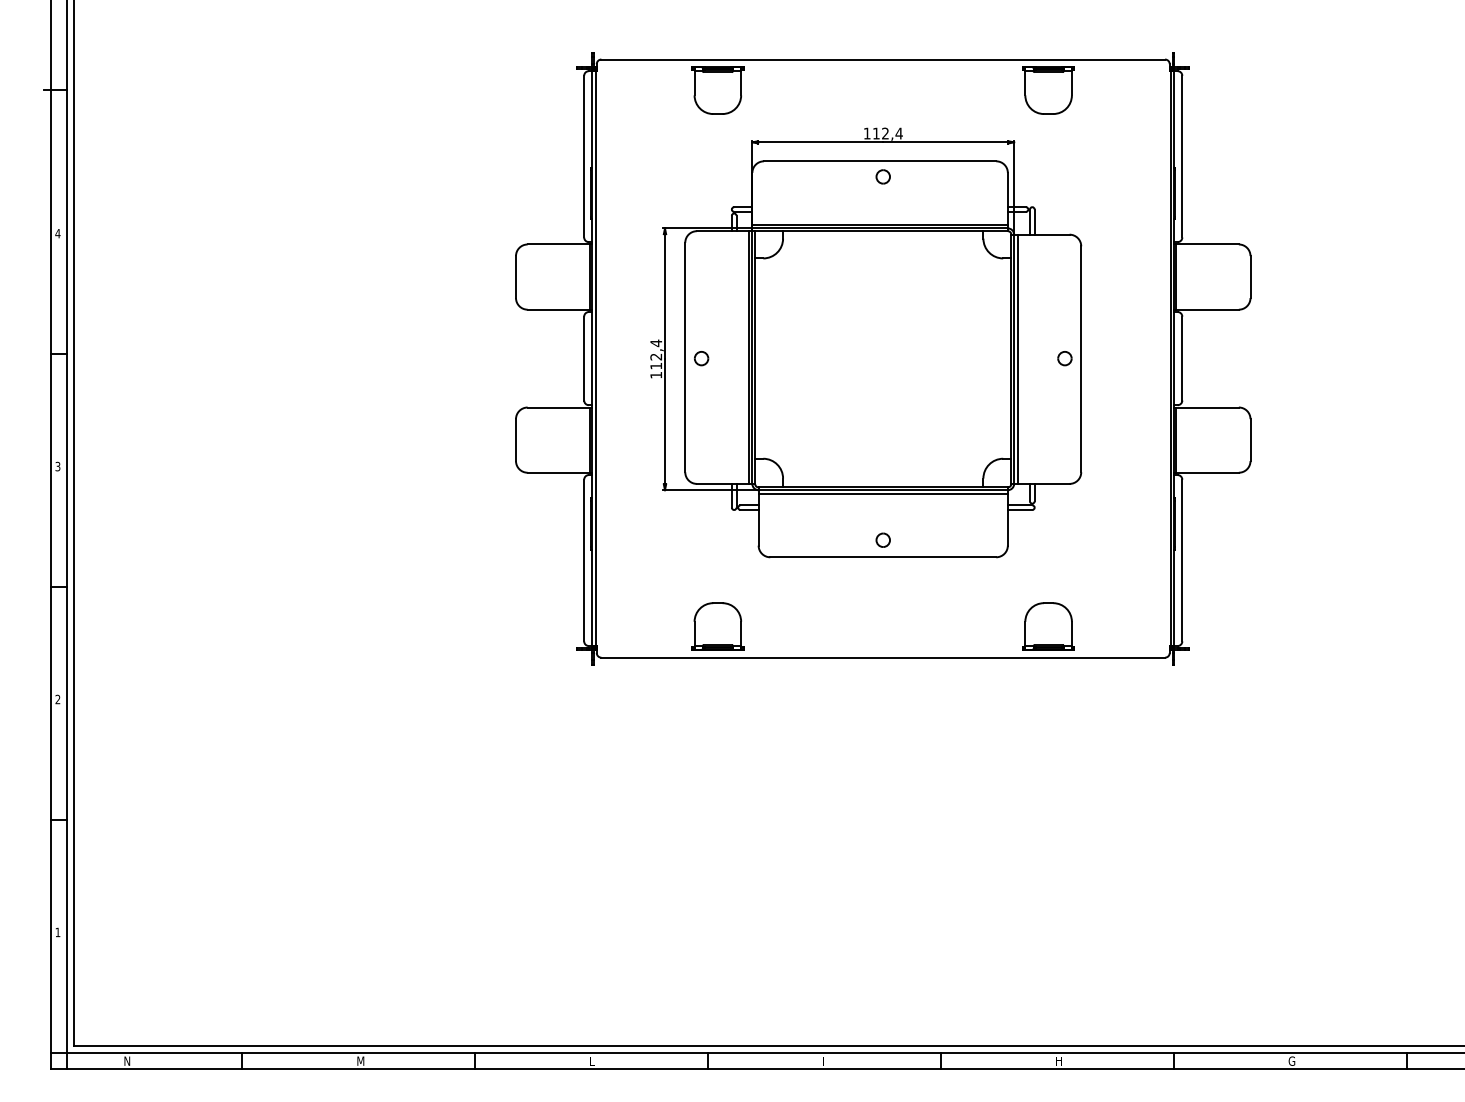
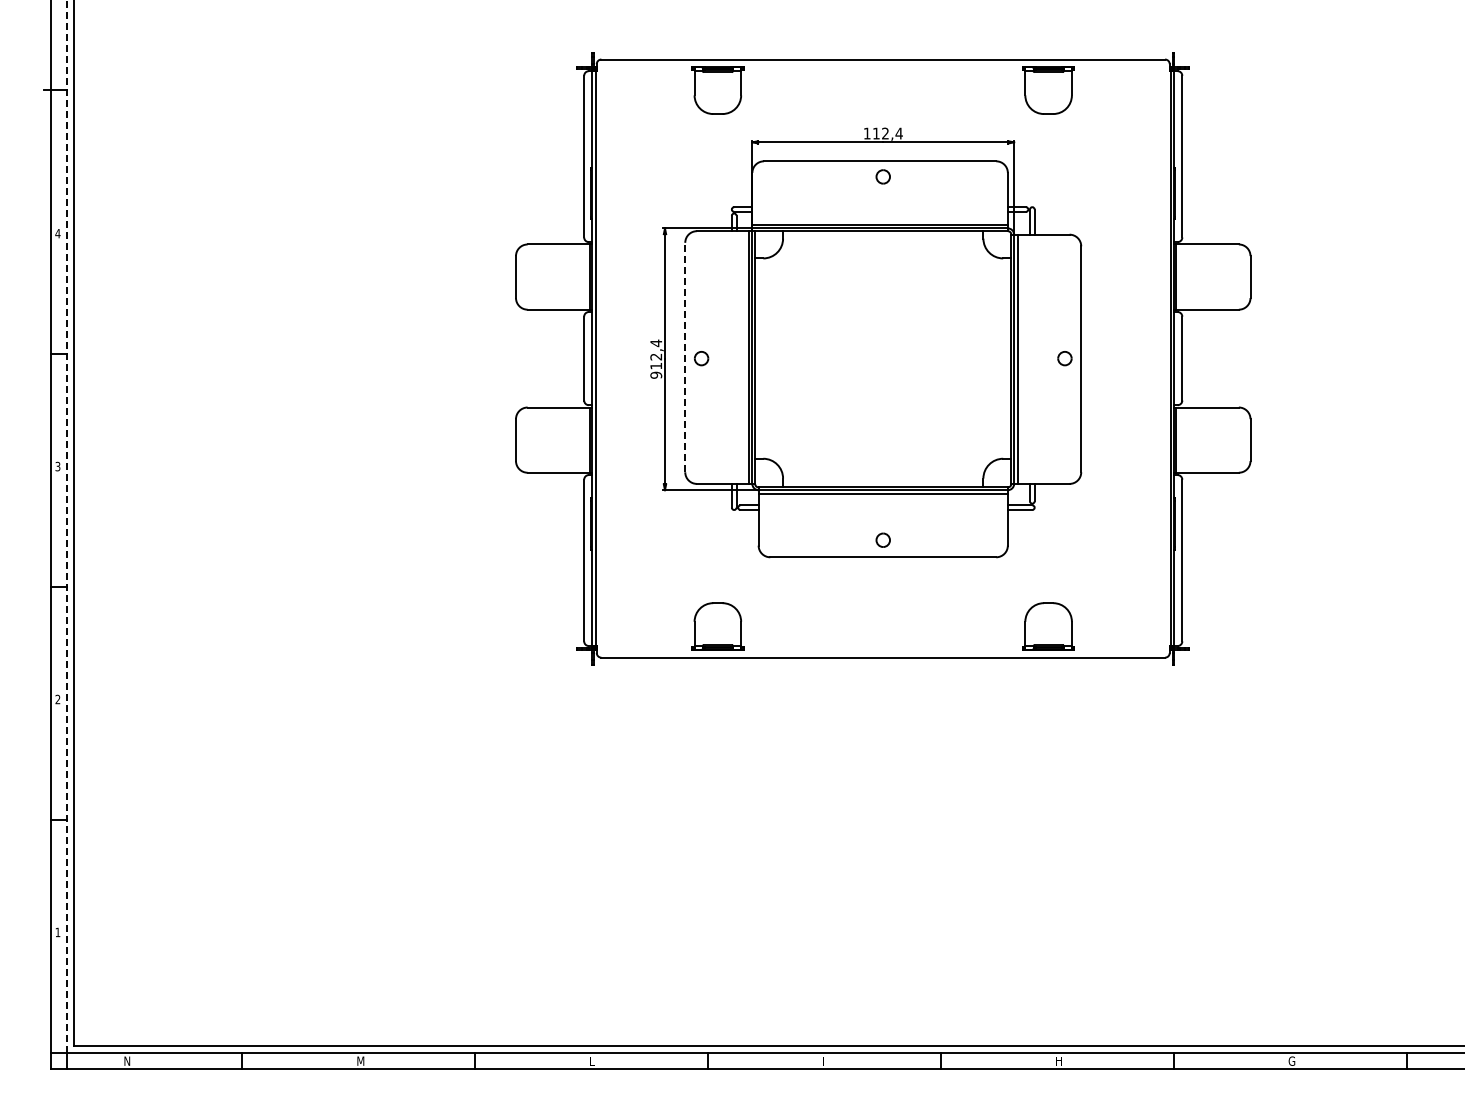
line at (685, 357): solid -> dashed
text at (656, 374): 112,4 -> 912,4
line at (67, 526): solid -> dashed
